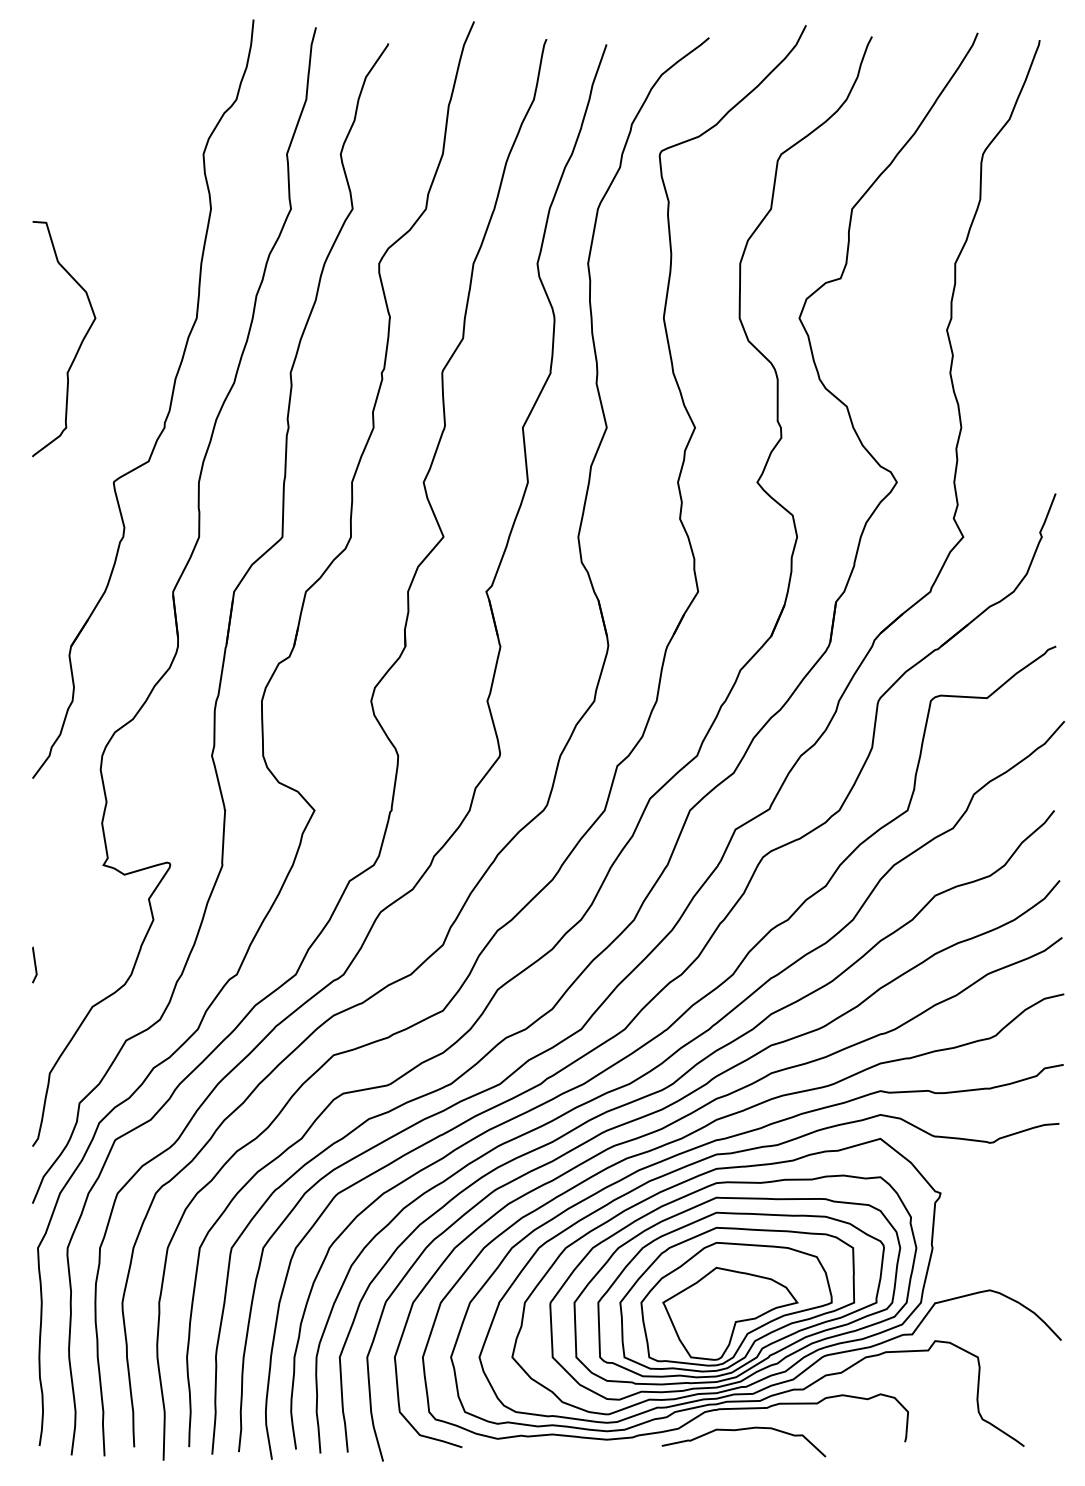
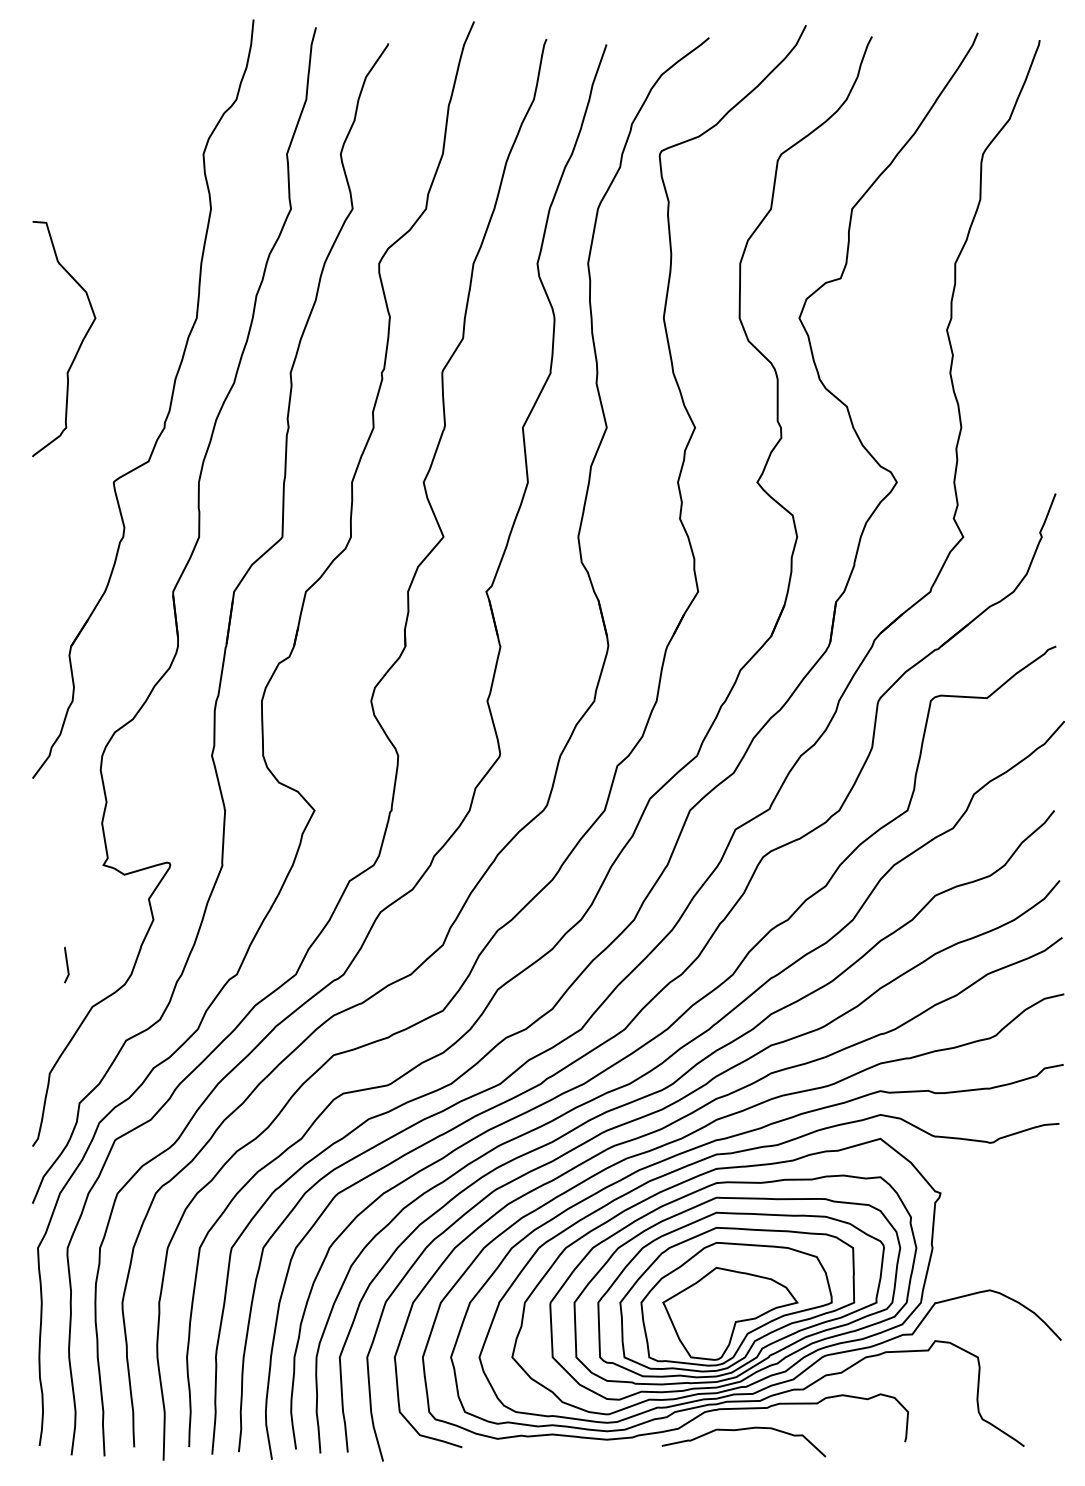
line at (34, 964) position: (34, 964) -> (66, 964)
